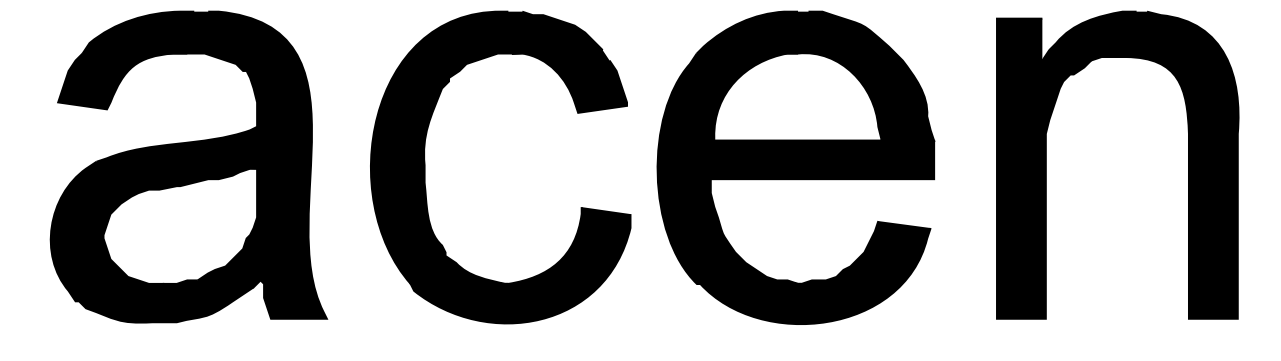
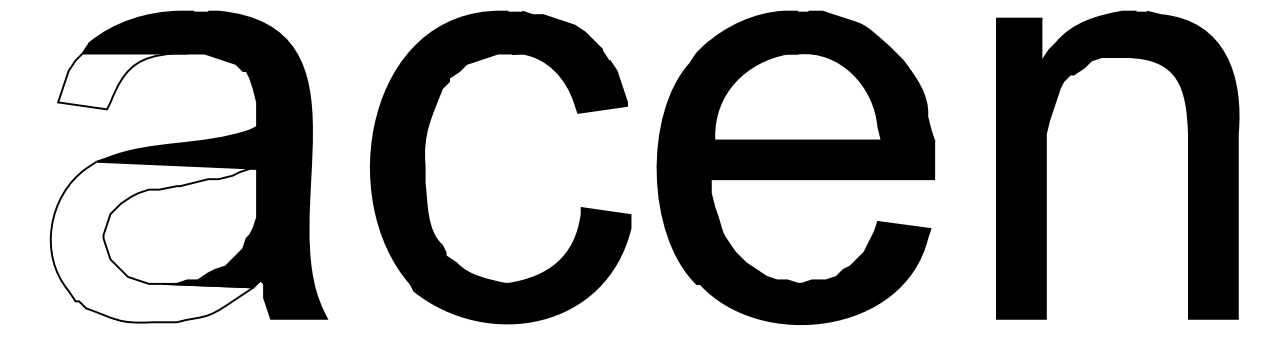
fill at (122, 81): present -> none
fill at (153, 241): present -> none
